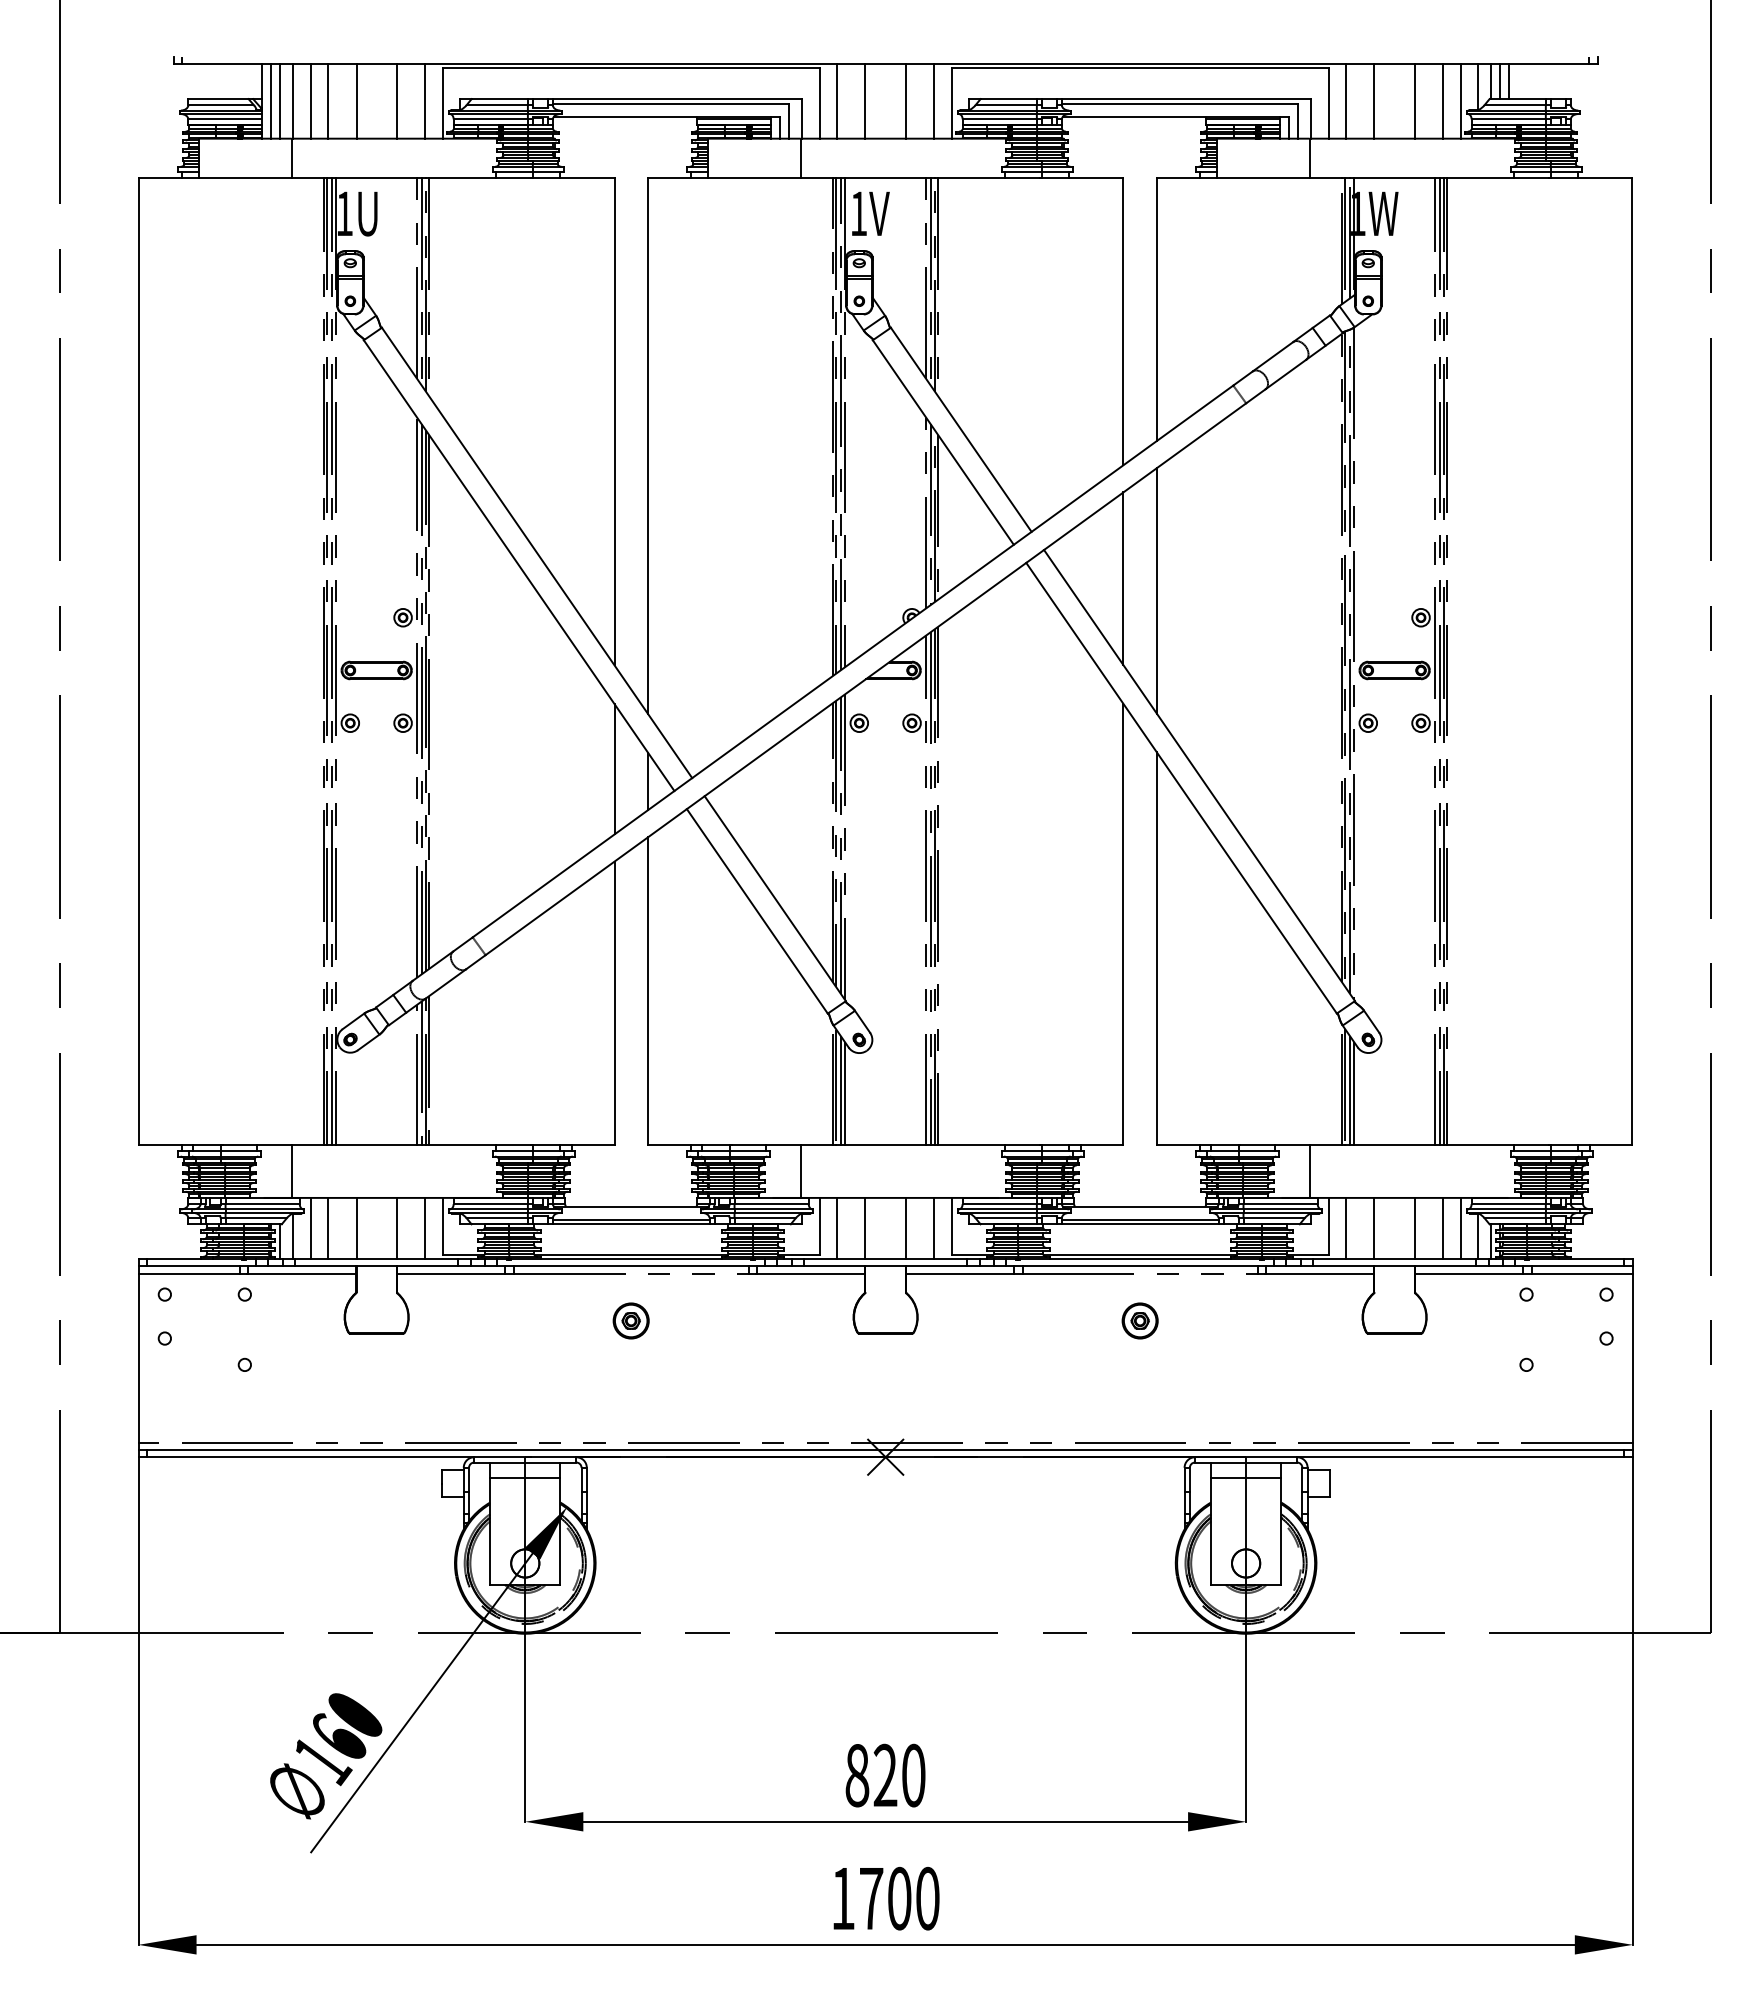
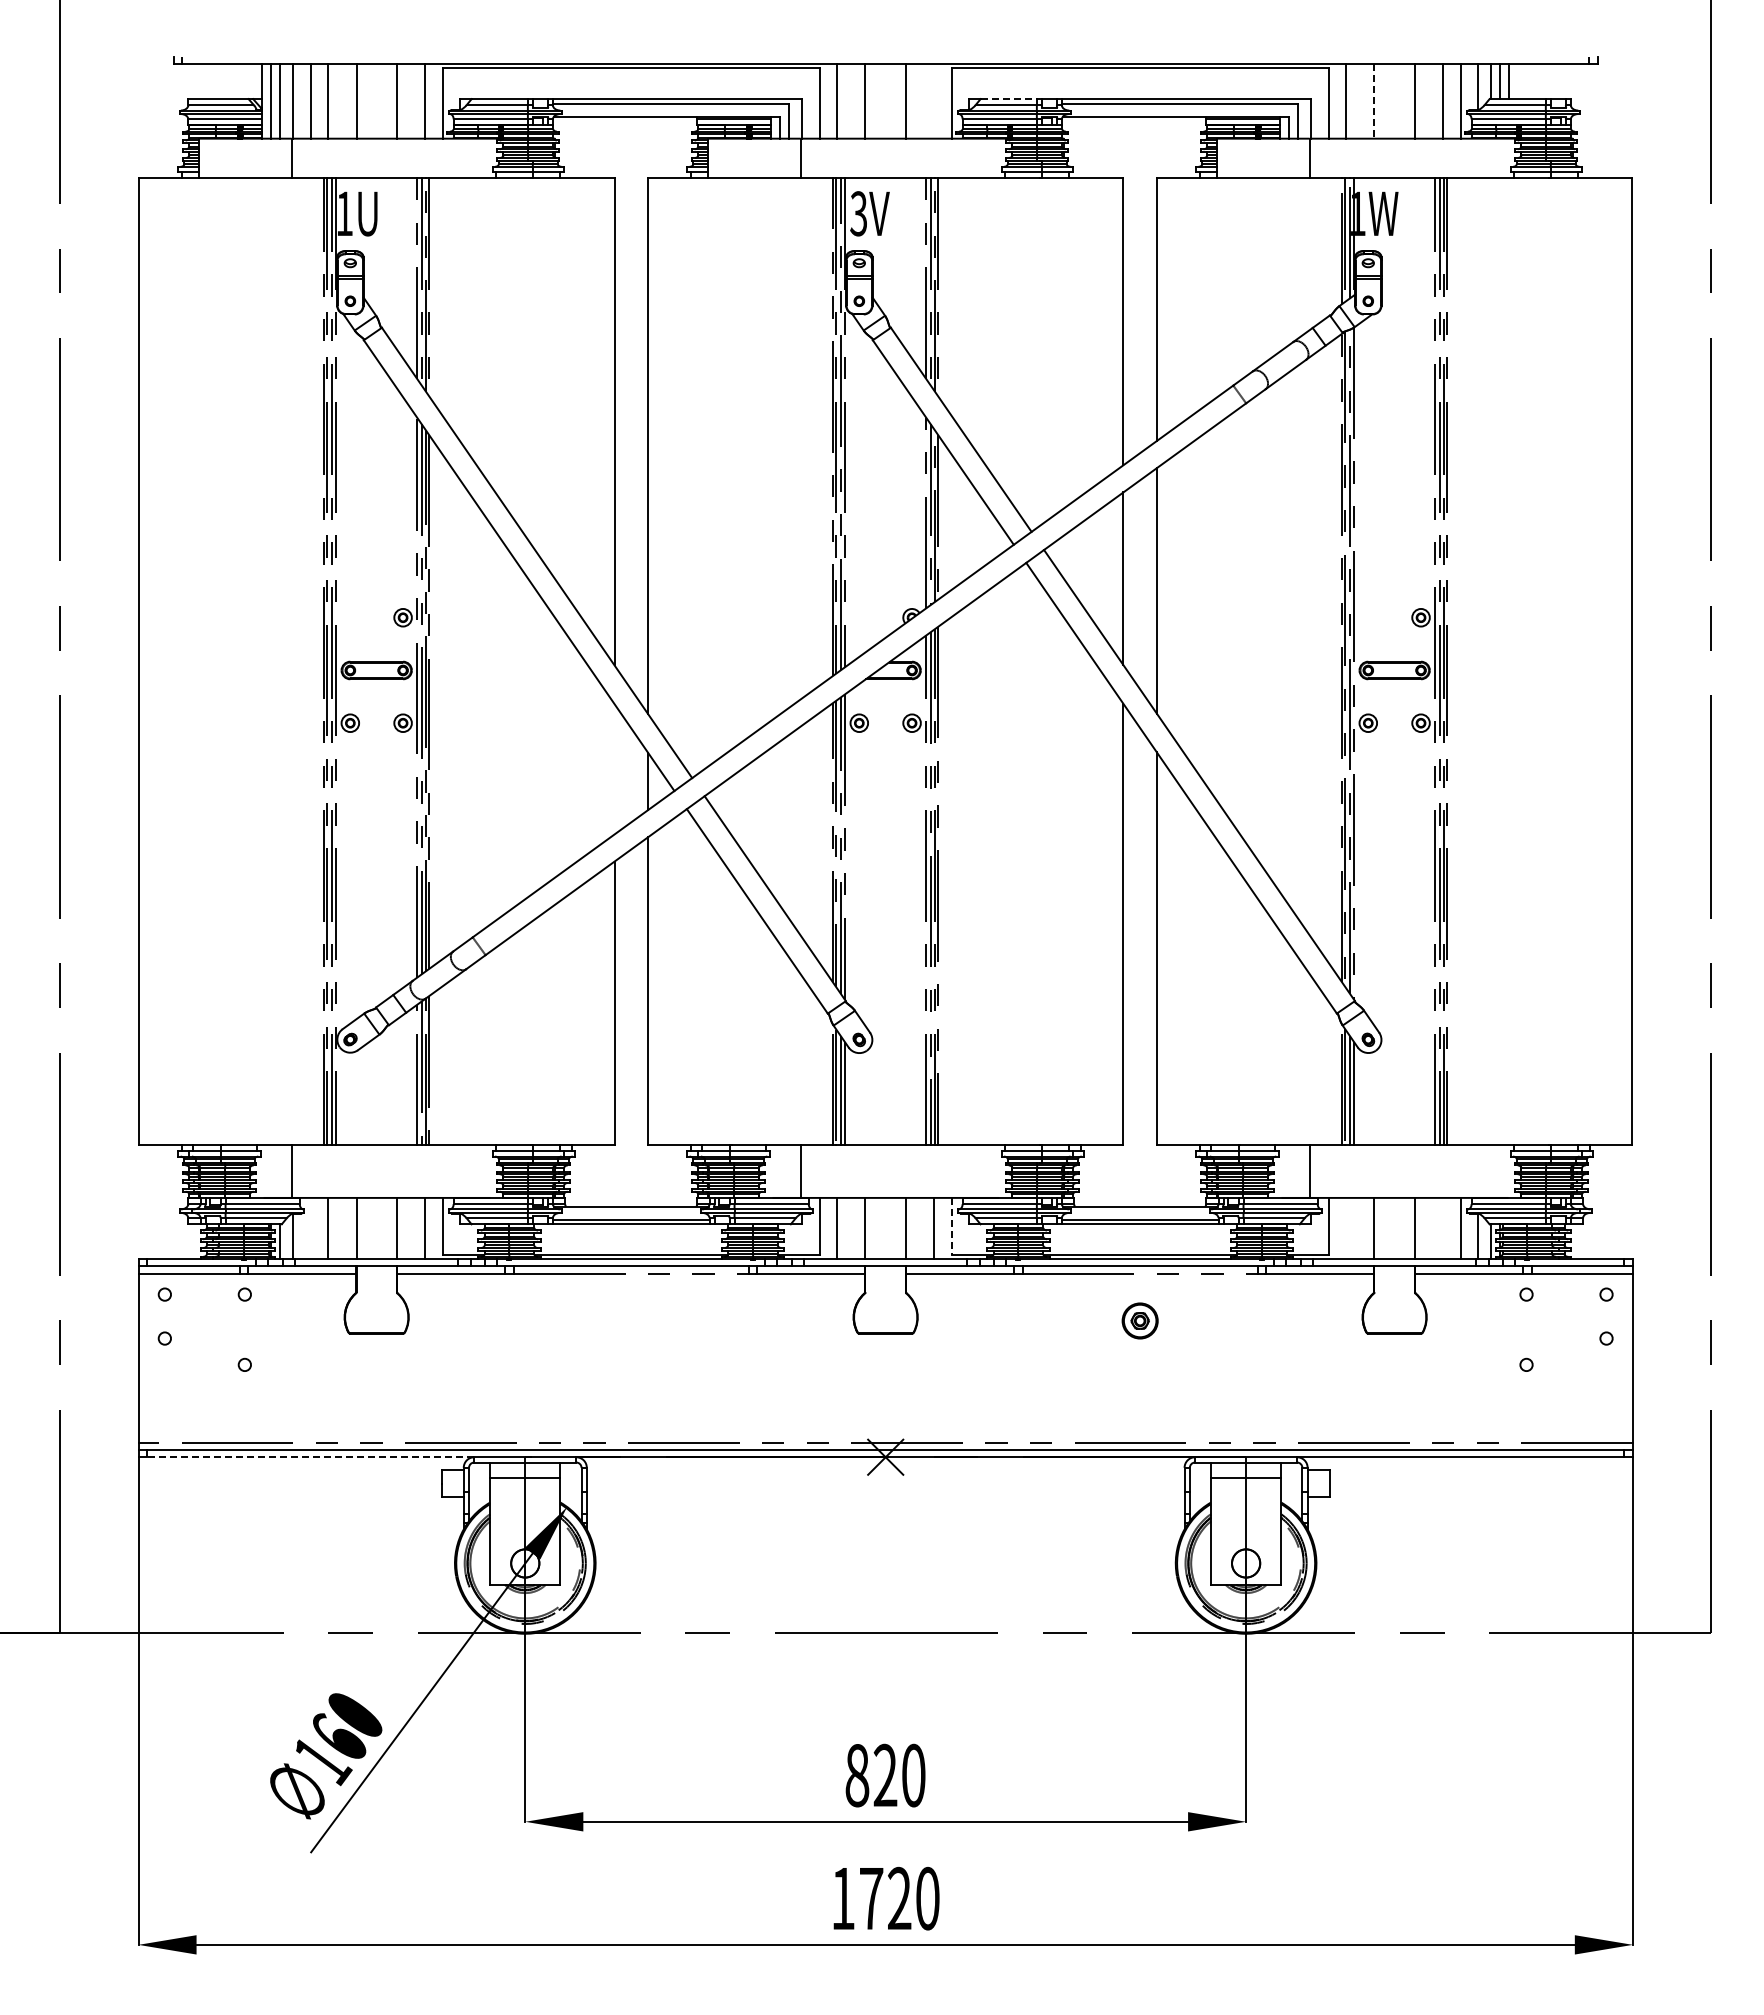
line at (1009, 99): solid -> dashed
line at (934, 100): present -> none
line at (1374, 101): solid -> dashed
text at (858, 213): 1V -> 3V
line at (614, 769): present -> none
line at (951, 1226): solid -> dashed
line at (310, 1228): present -> none
line at (1346, 1228): present -> none
line at (1443, 1228): present -> none
part at (630, 1320): present -> none
line at (310, 1457): solid -> dashed
text at (899, 1898): 1700 -> 1720
